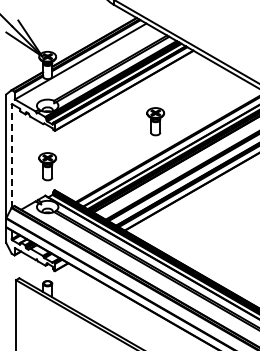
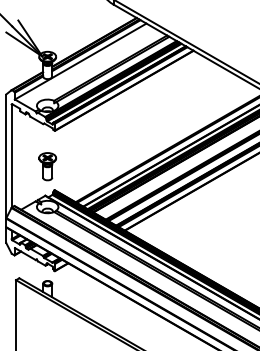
part at (155, 121): present -> none
line at (11, 156): dashed -> solid
